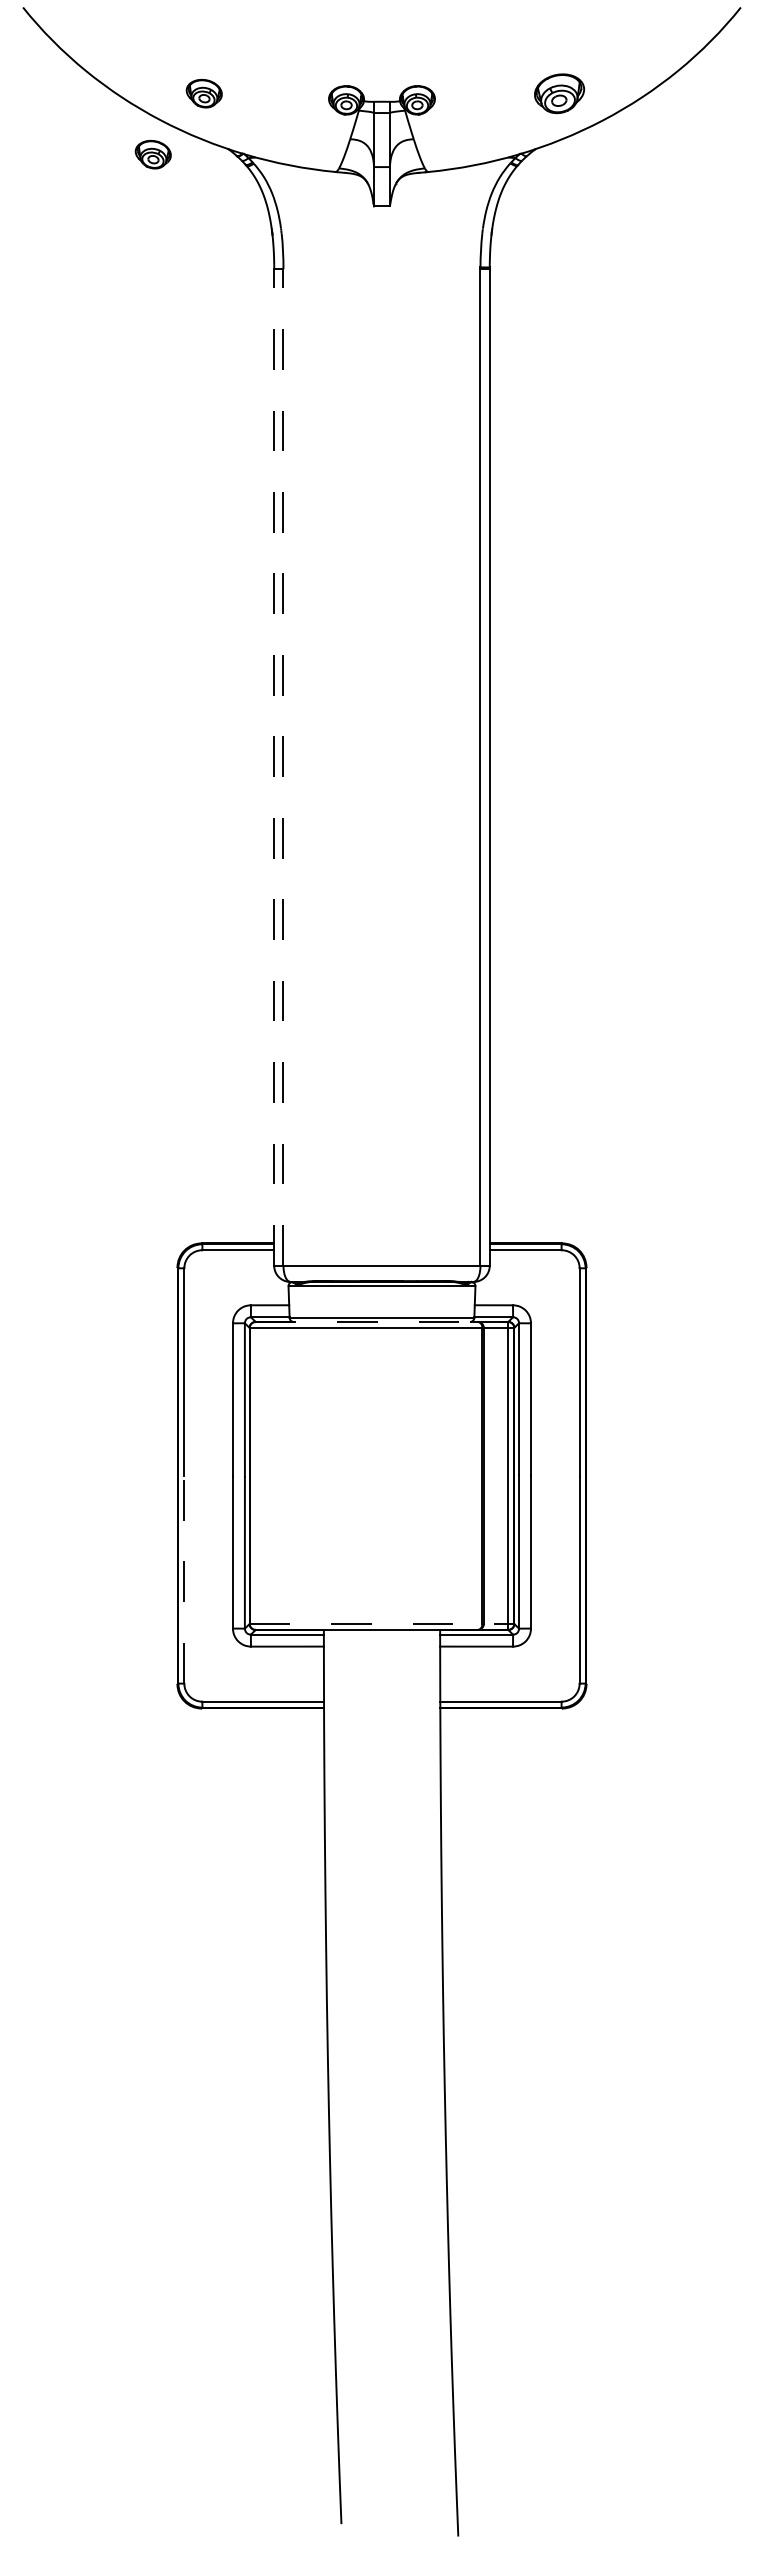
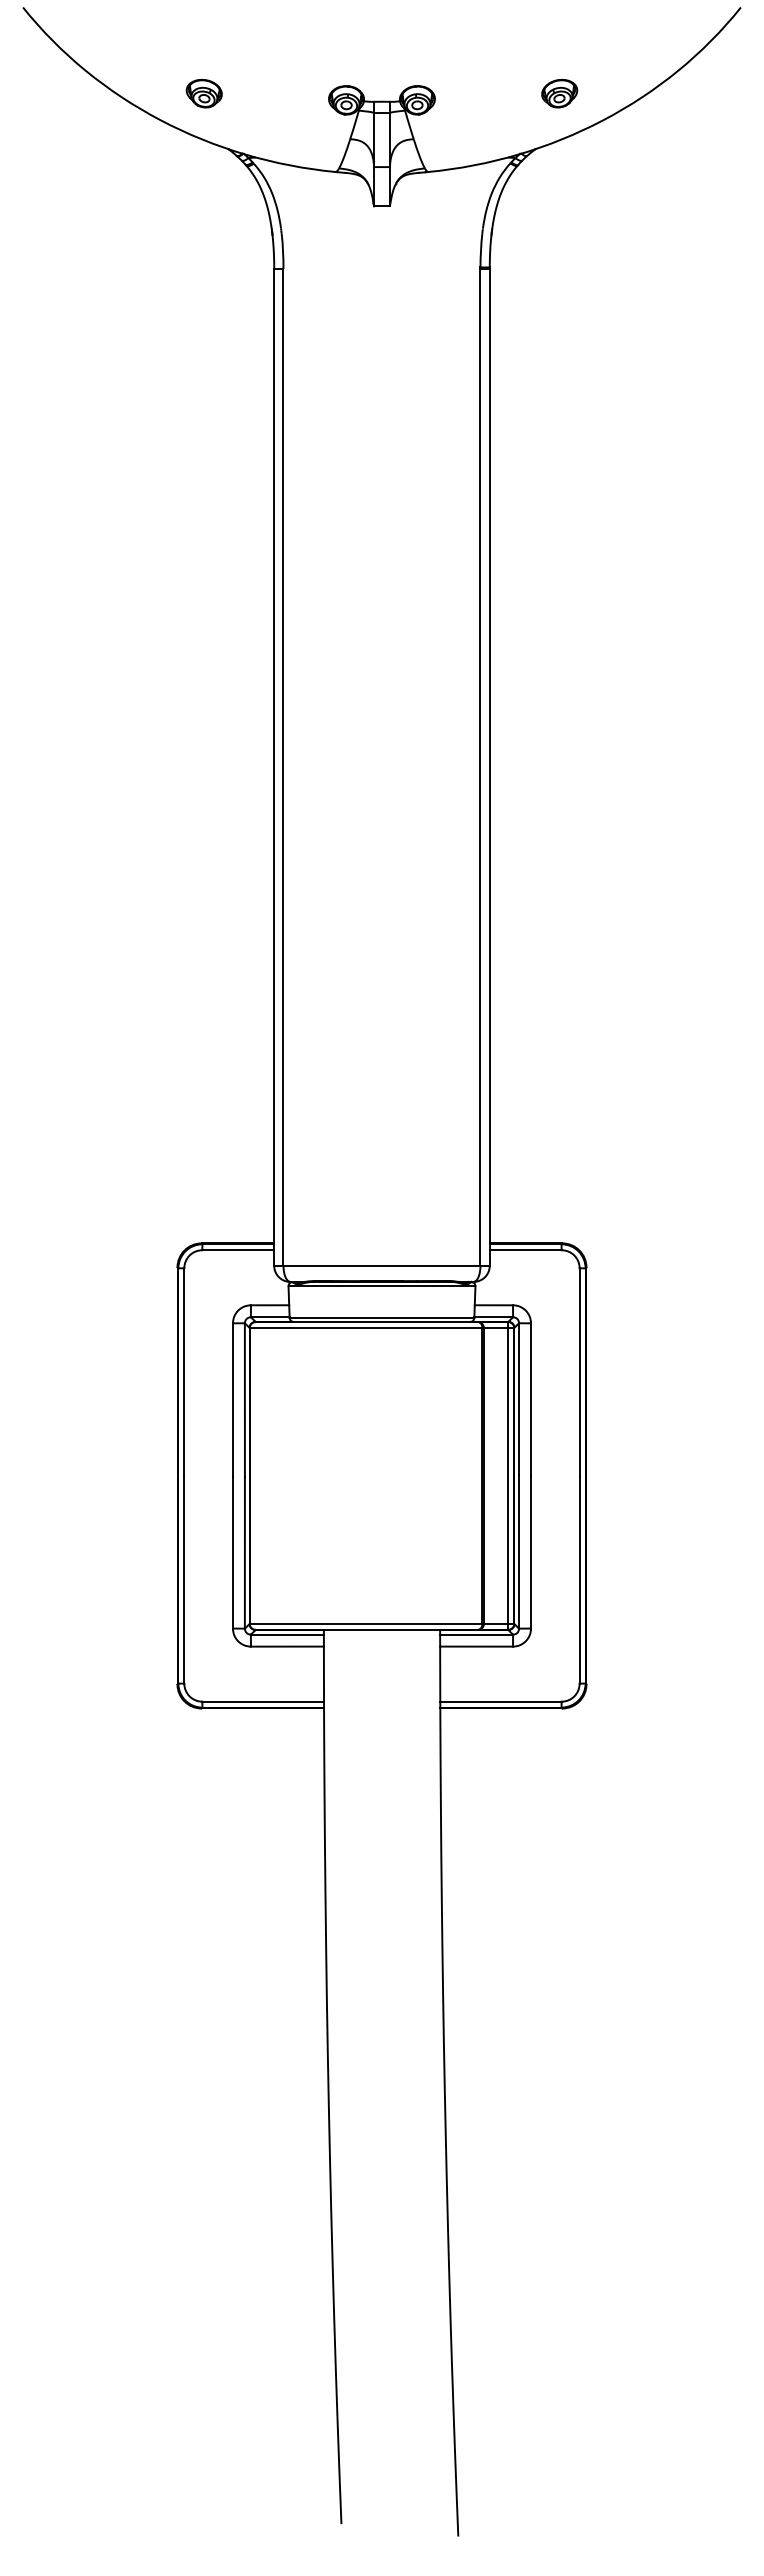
part at (559, 93) size: 52x42 px -> 38x31 px
part at (152, 154): present -> none
line at (274, 766): dashed -> solid
line at (283, 766): dashed -> solid
line at (382, 1322): dashed -> solid
line at (184, 1579): dashed -> solid
line at (382, 1623): dashed -> solid
